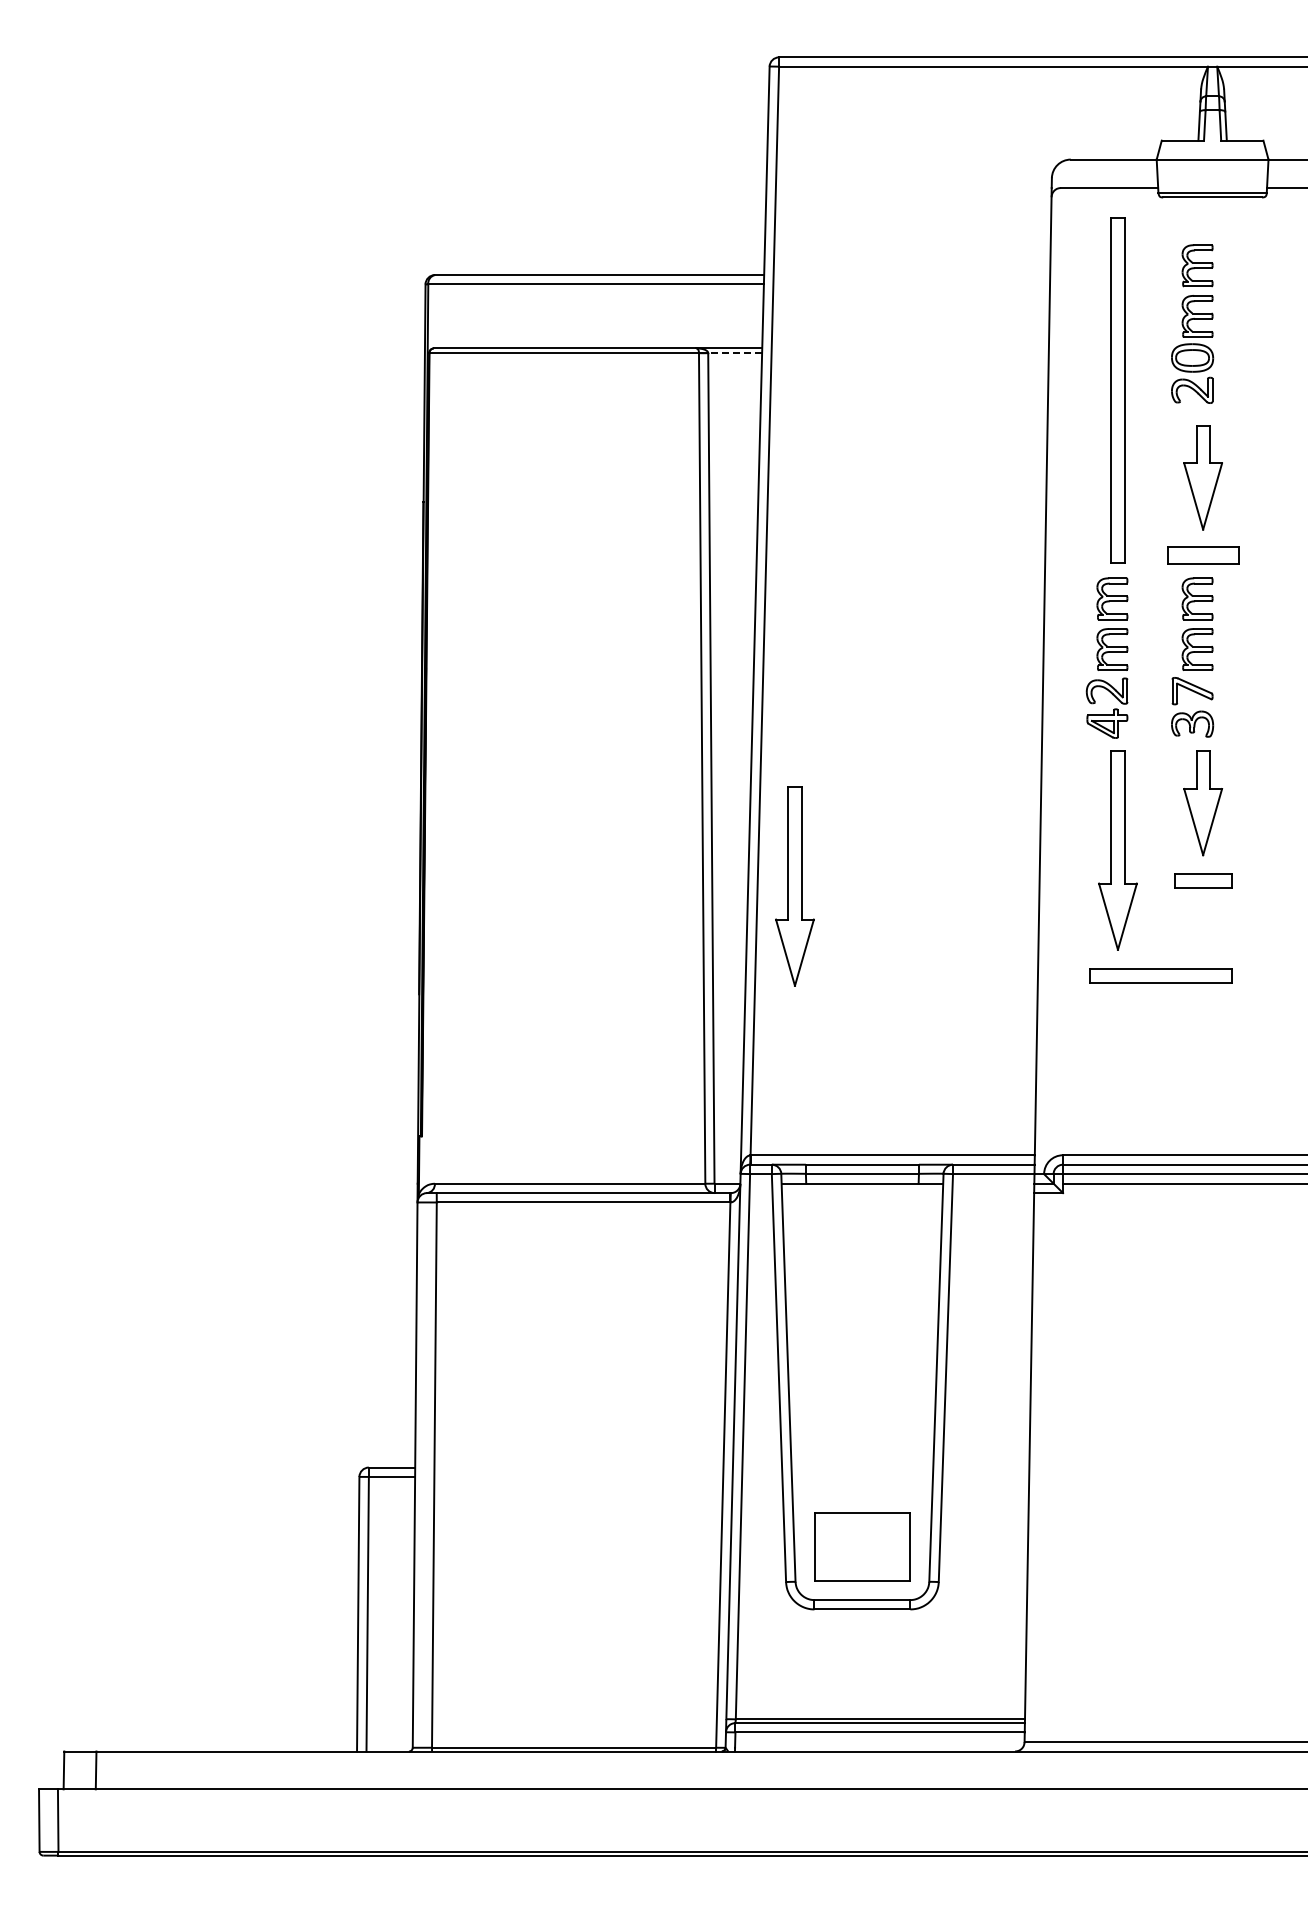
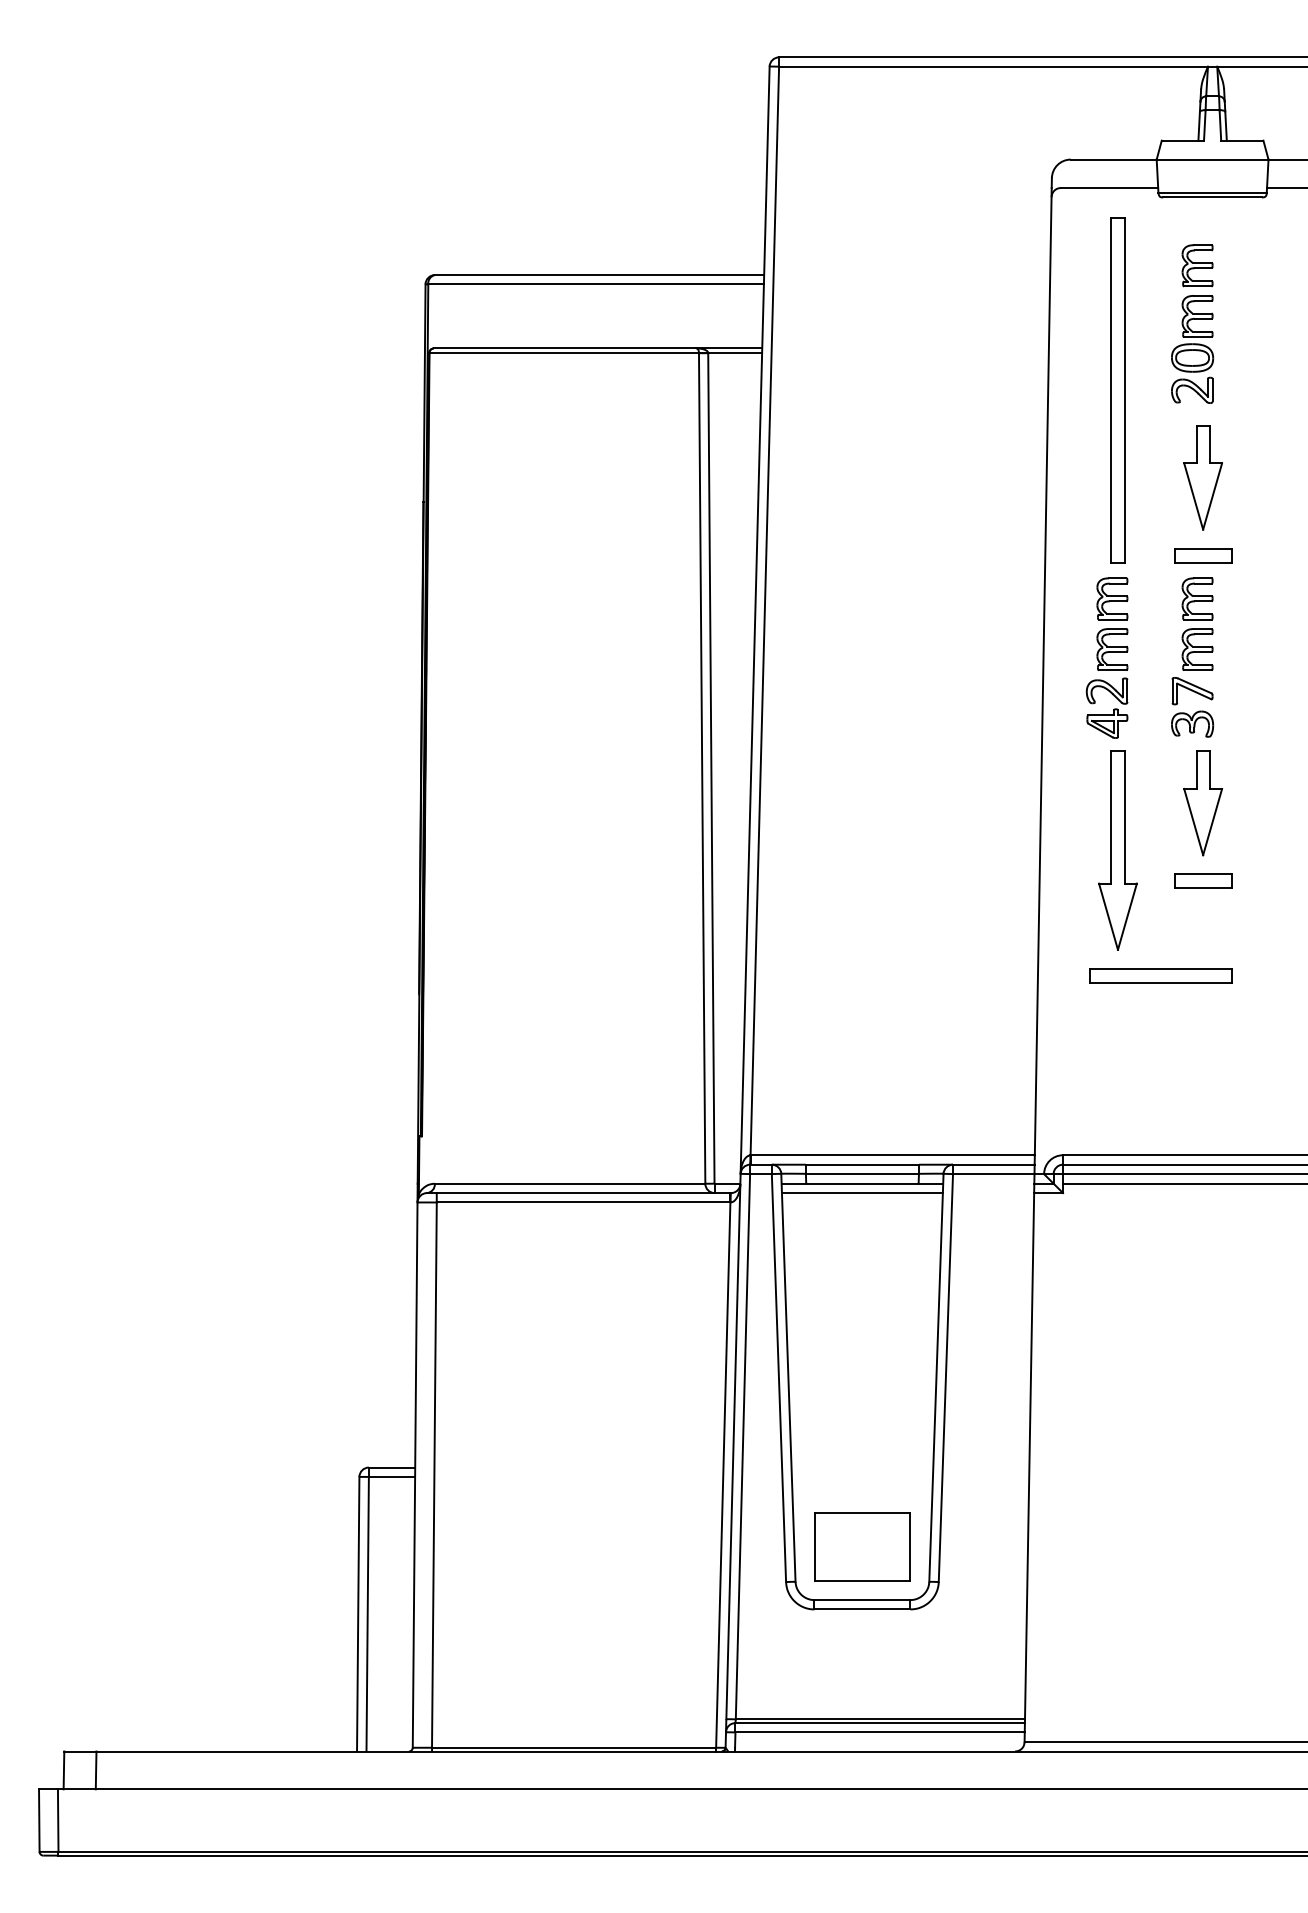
line at (735, 353): dashed -> solid
part at (1203, 555) size: 73x19 px -> 59x16 px
part at (794, 886): present -> none
line at (861, 1193): none -> present
